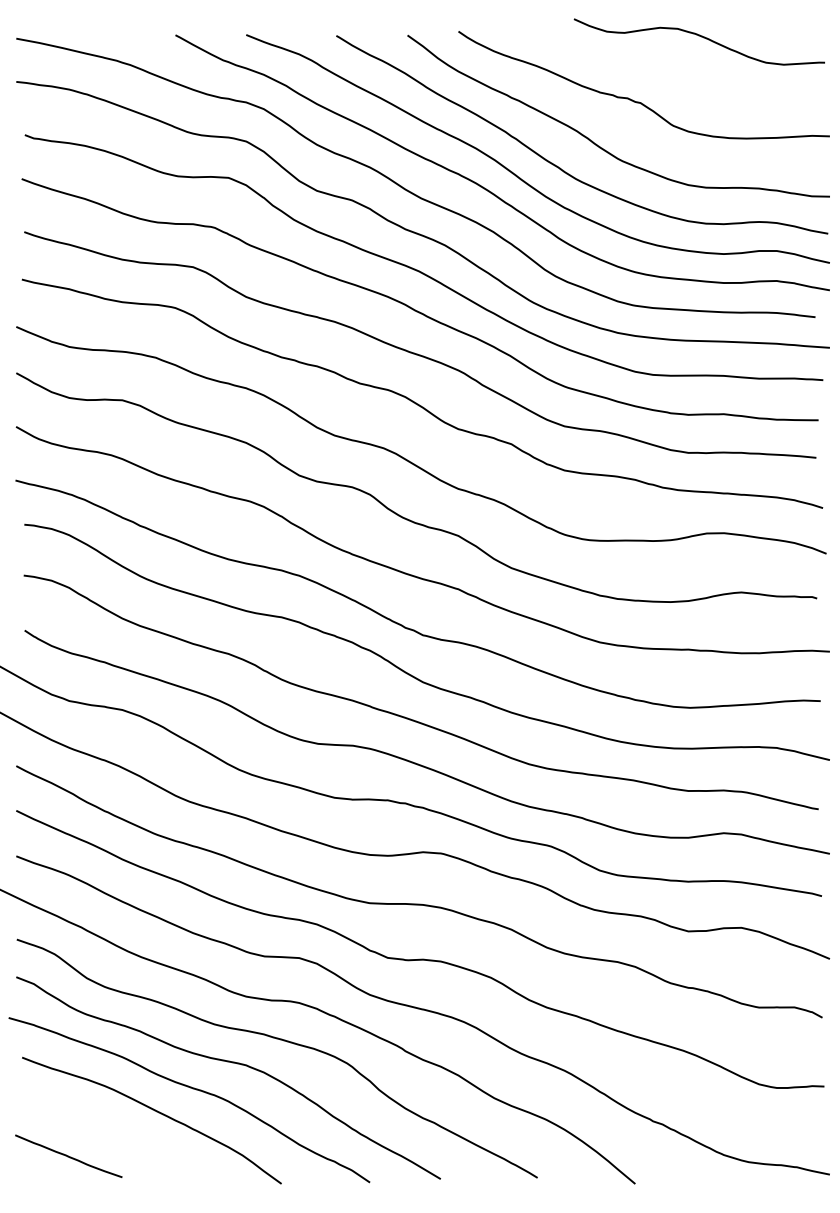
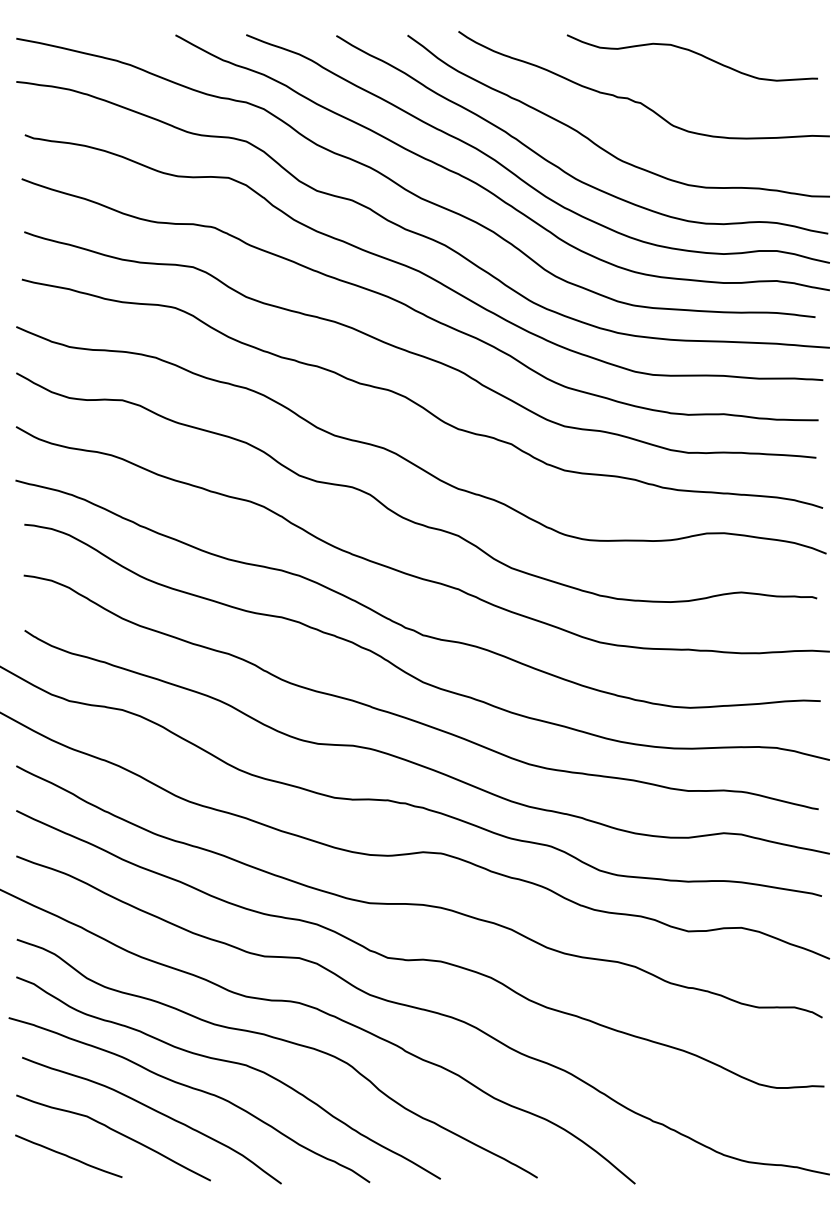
curve at (698, 36) position: (698, 36) -> (691, 52)
curve at (115, 1132): none -> present
